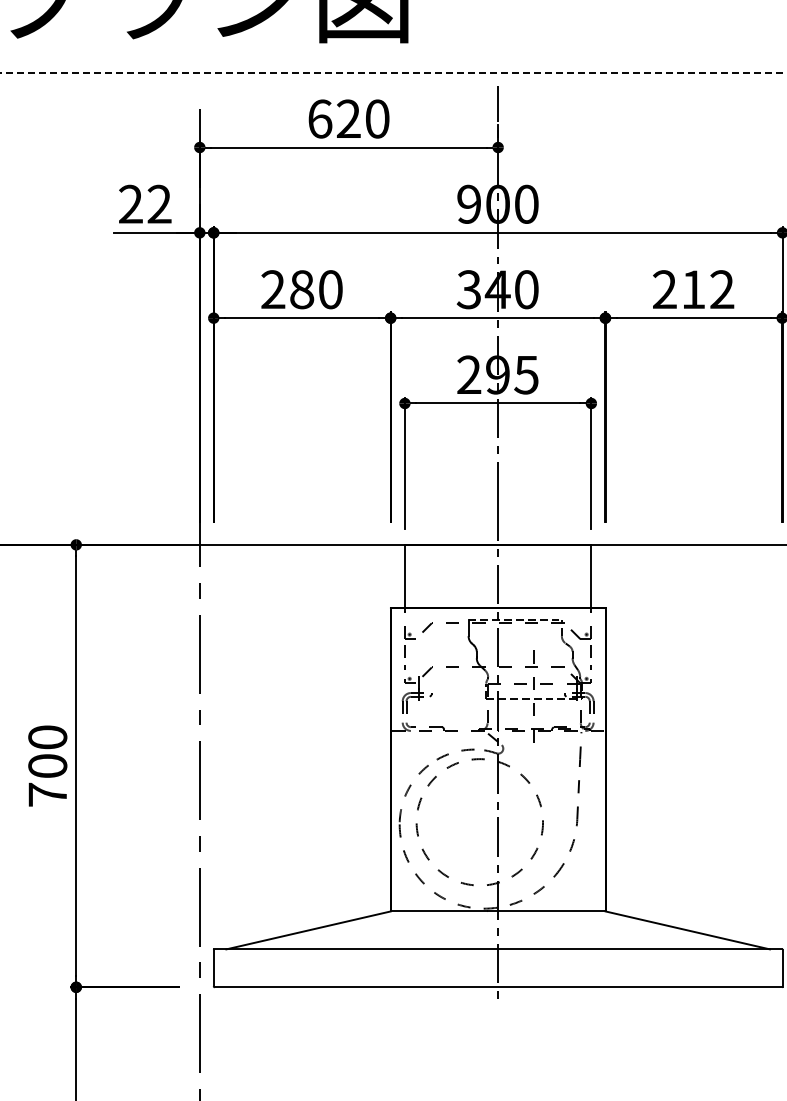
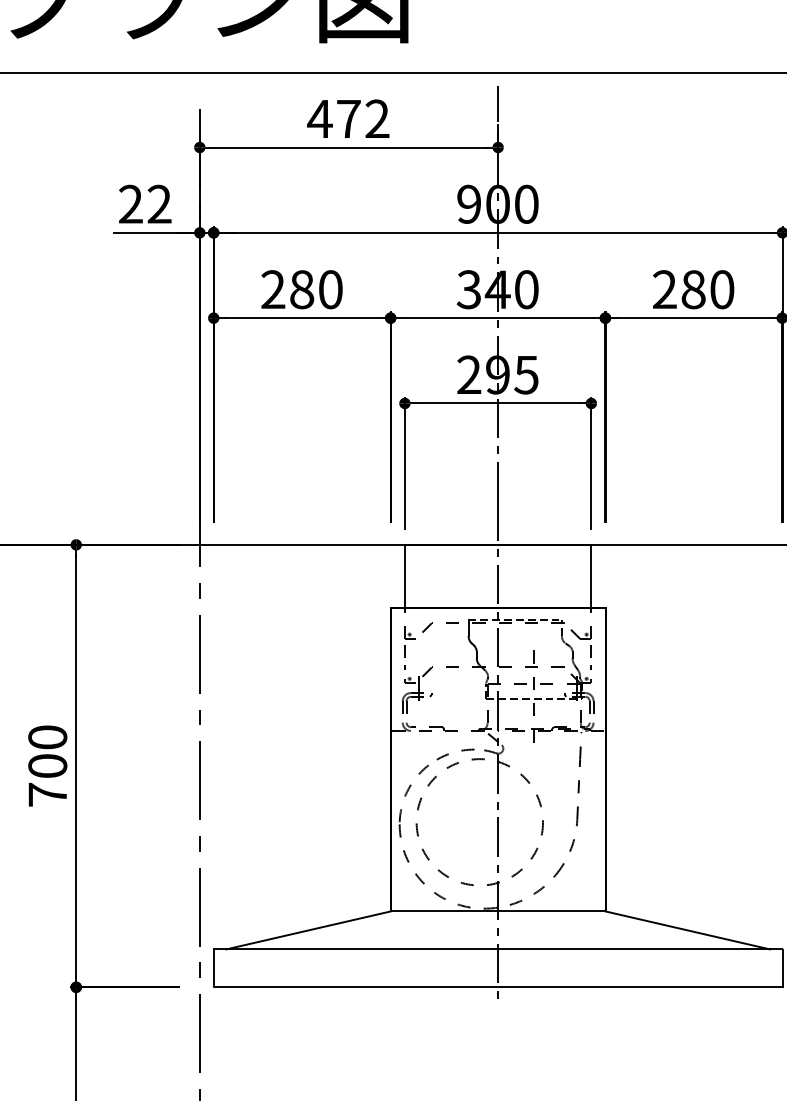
line at (394, 72): dashed -> solid
text at (348, 118): 620 -> 472
text at (707, 289): 212 -> 280
